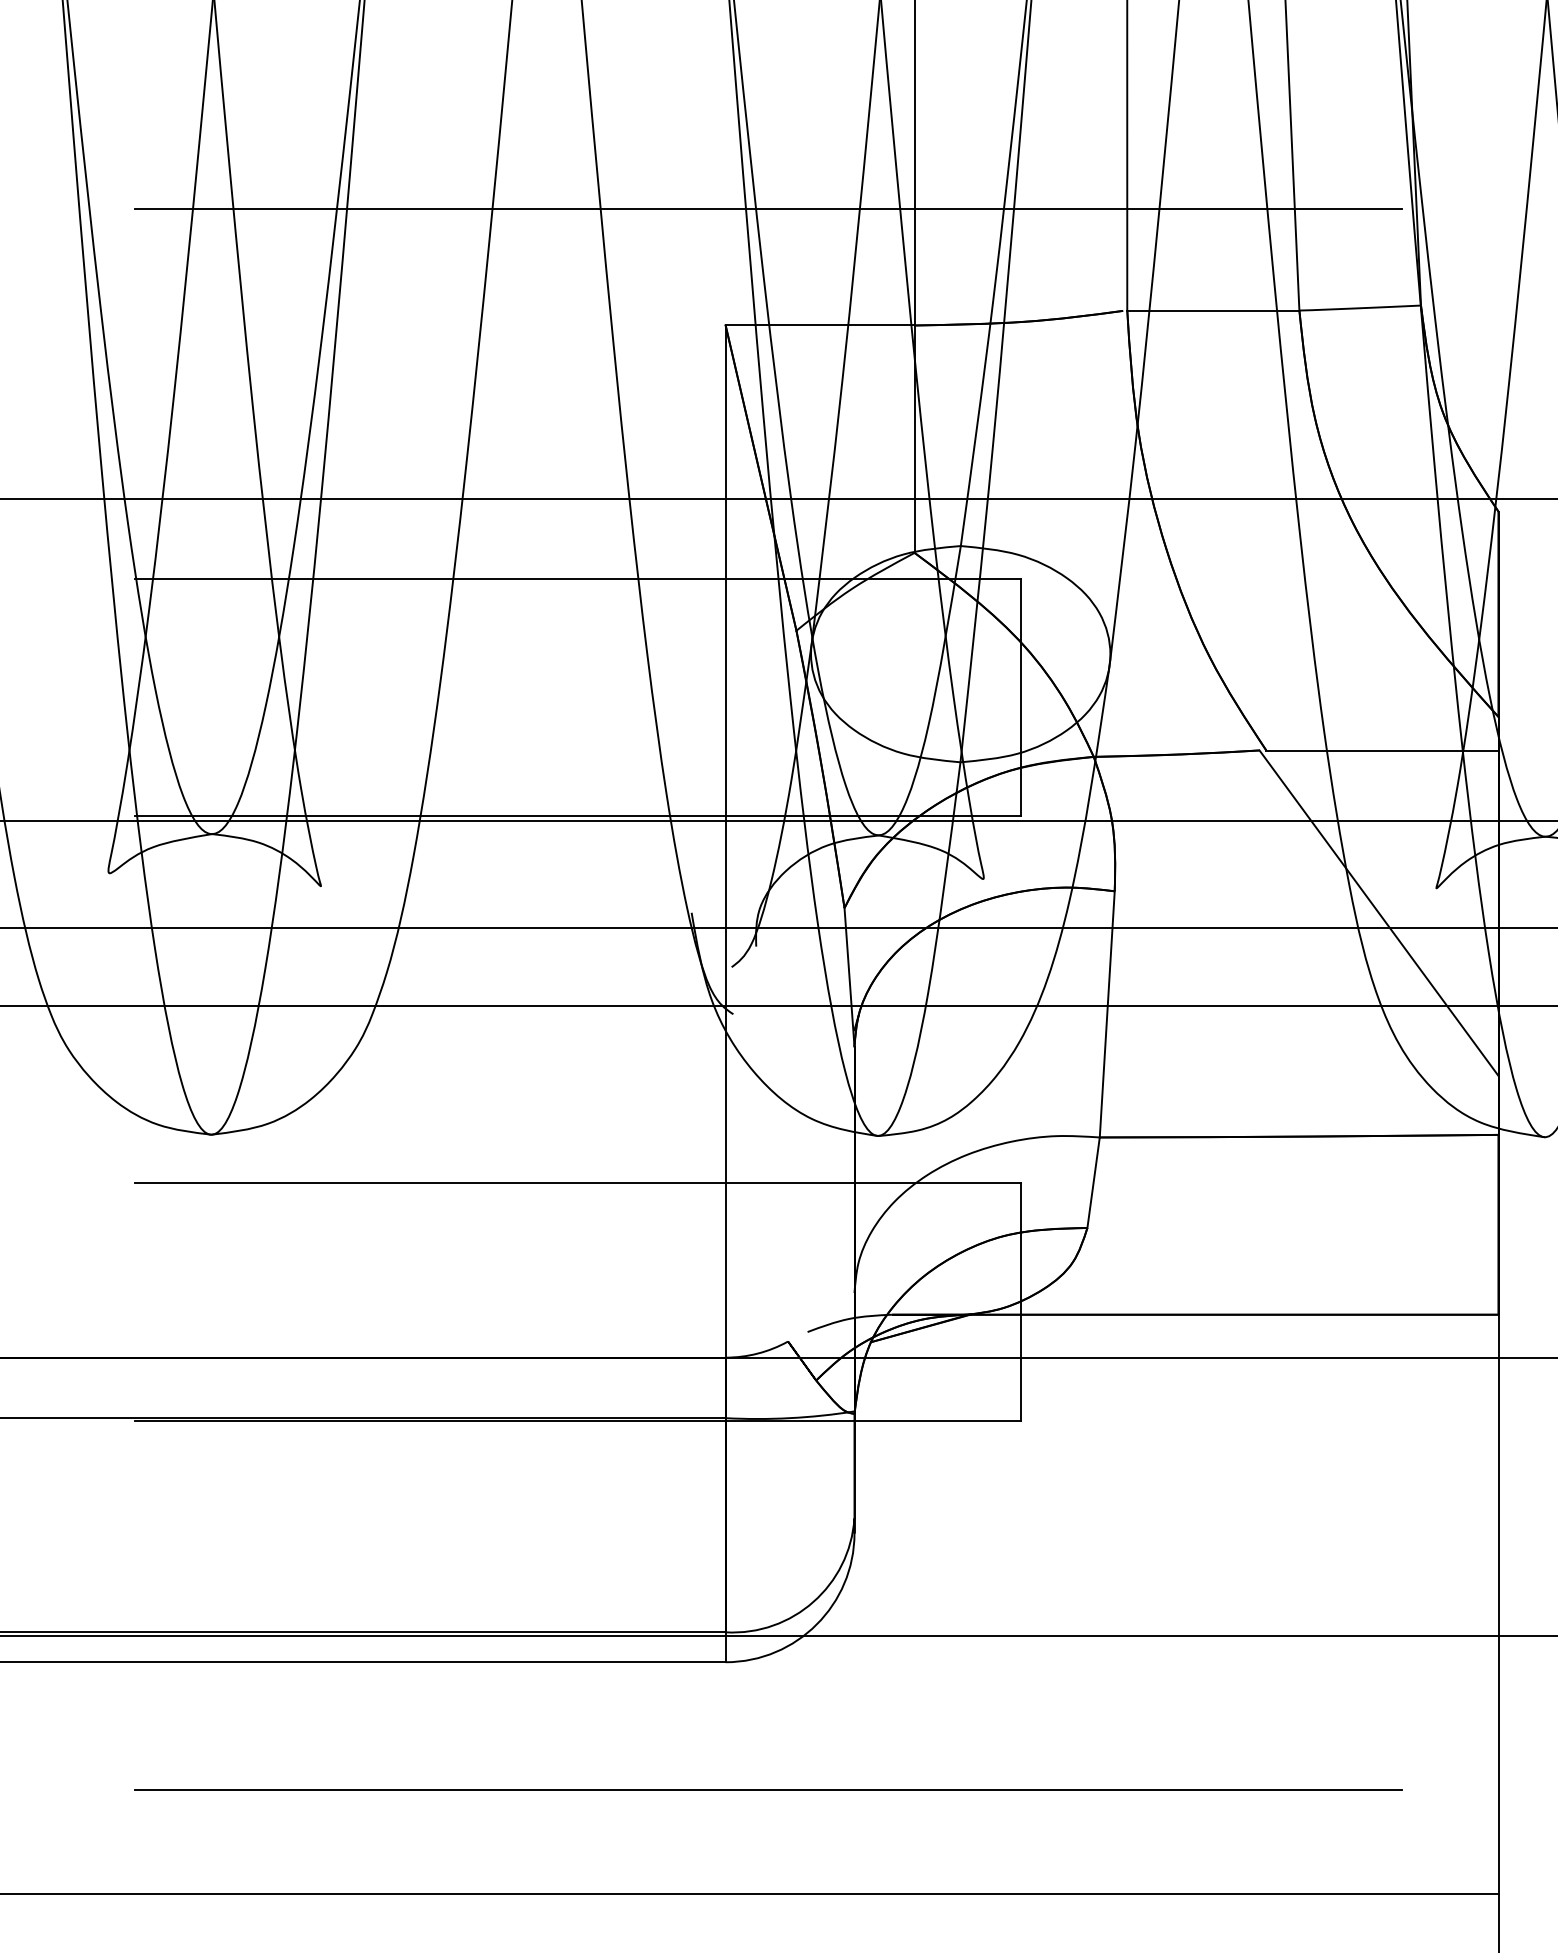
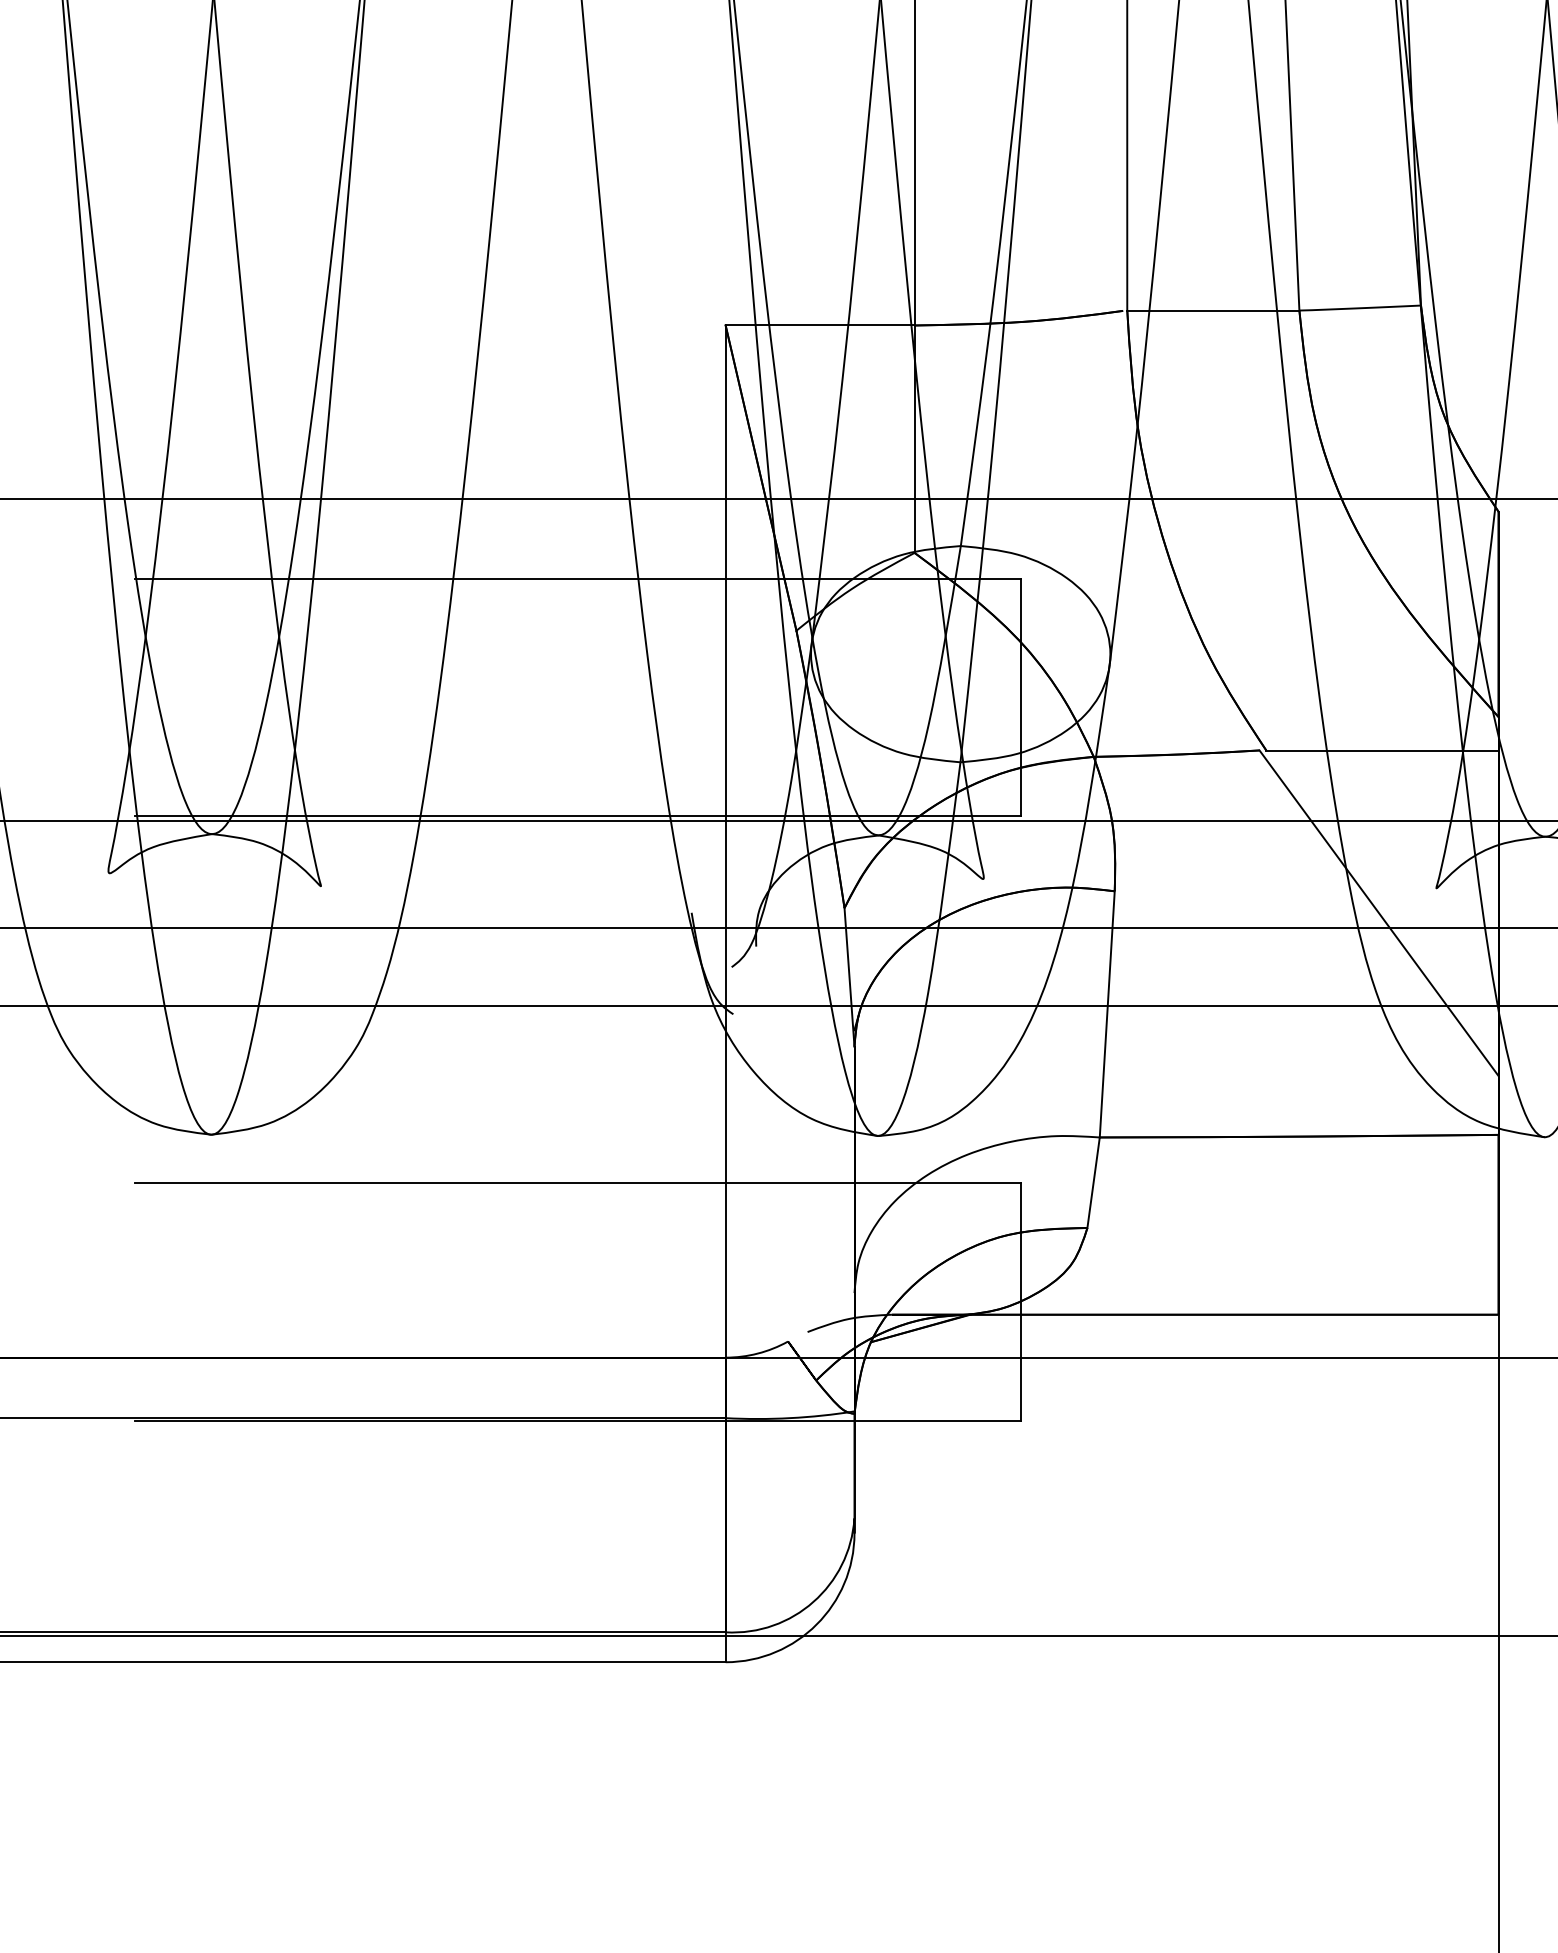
line at (768, 208): present -> none
line at (768, 1790): present -> none
line at (750, 1894): present -> none
